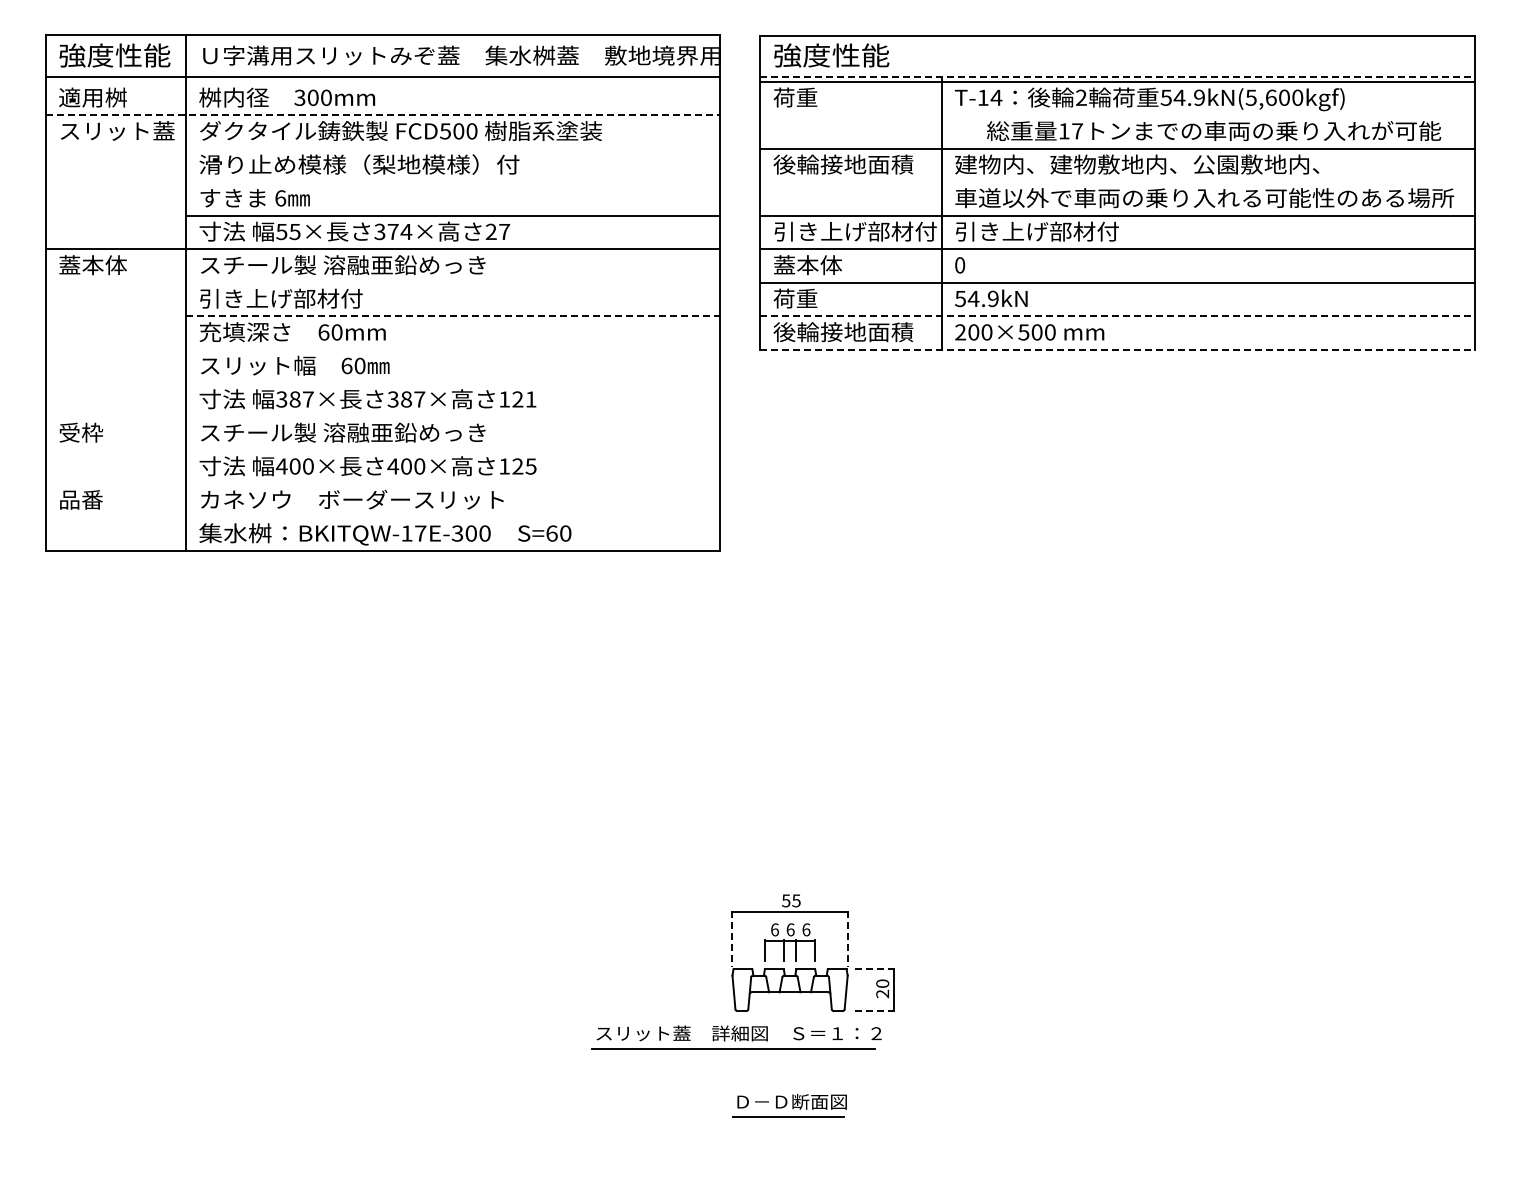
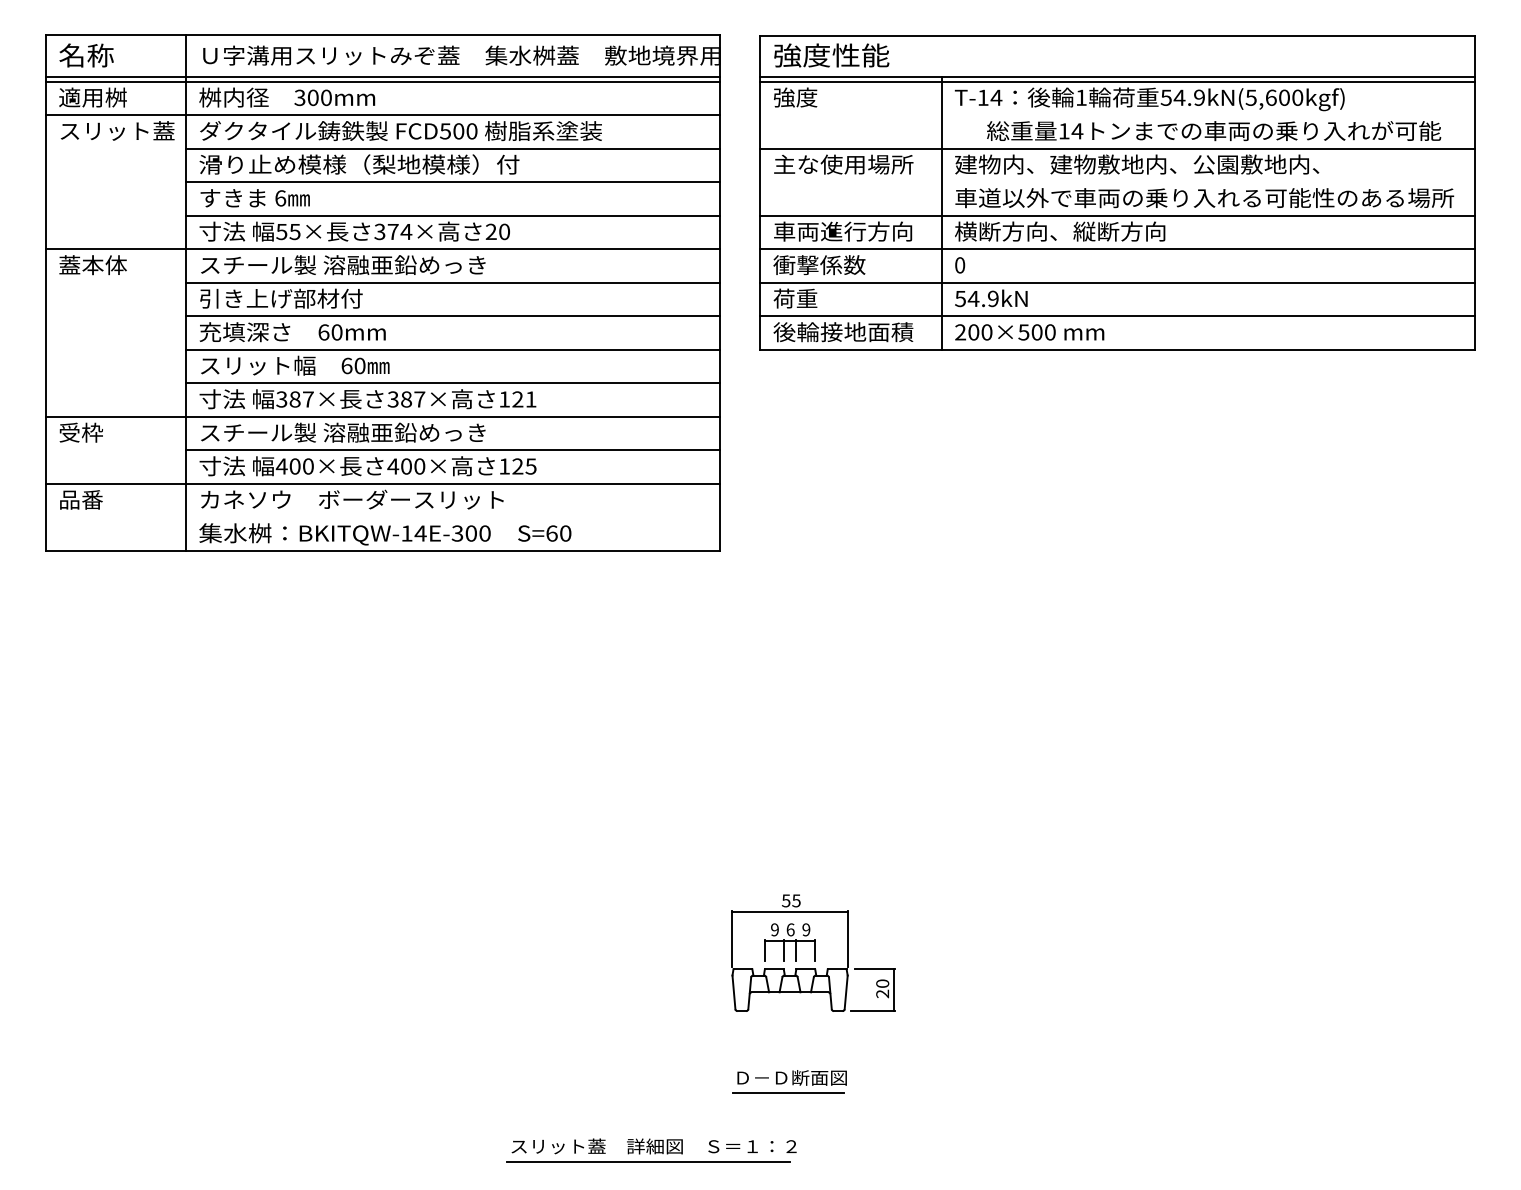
text at (114, 55): 強度性能 -> 名称
line at (1117, 77): dashed -> solid
line at (382, 81): none -> present
text at (795, 97): 荷重 -> 強度
text at (1081, 97): 2 -> 1
line at (382, 115): dashed -> solid
text at (1077, 131): 17 -> 14
line at (452, 148): none -> present
text at (843, 164): 後輪接地面積 -> 主な使用場所
line at (452, 182): none -> present
text at (504, 231): 27 -> 20
text at (855, 231): 引き上げ部材付 -> 車両進行方向
text at (1060, 231): 引き上げ部材付 -> 横断方向、縦断方向
text at (819, 265): 蓋本体 -> 衝撃係数
line at (452, 282): none -> present
line at (452, 316): dashed -> solid
line at (1117, 316): dashed -> solid
line at (452, 349): none -> present
line at (1117, 349): dashed -> solid
line at (452, 383): none -> present
line at (382, 416): none -> present
line at (452, 450): none -> present
line at (382, 483): none -> present
text at (420, 533): BKITQW-17E-300 -> BKITQW-14E-300
text at (774, 929): 6 -> 9
text at (806, 929): 6 -> 9
line at (732, 939): dashed -> solid
line at (847, 939): dashed -> solid
line at (874, 969): dashed -> solid
line at (872, 1011): dashed -> solid
part at (736, 1037) position: (736, 1037) -> (651, 1150)
part at (789, 1105) position: (789, 1105) -> (789, 1081)
